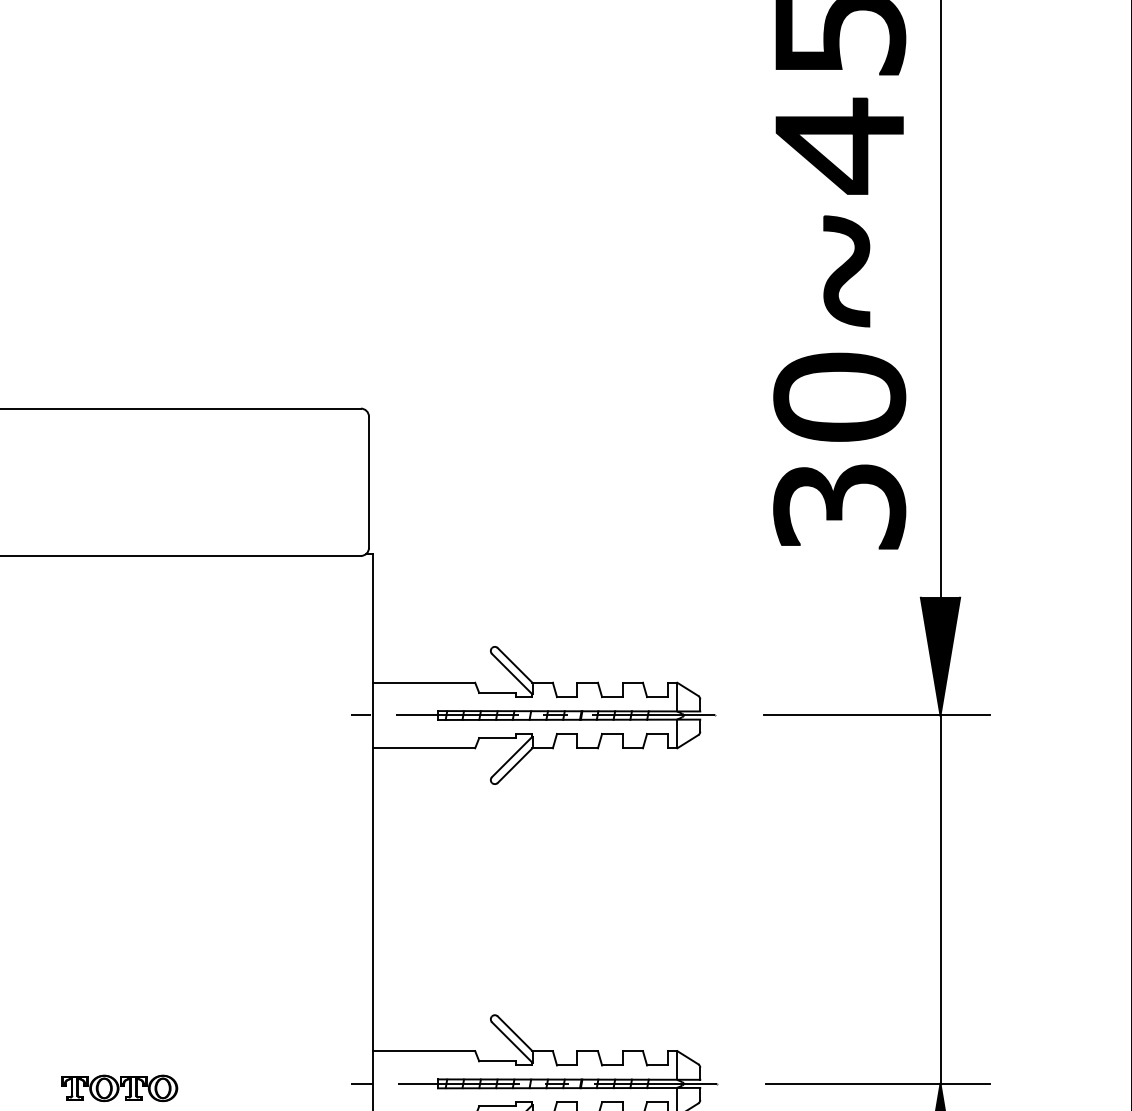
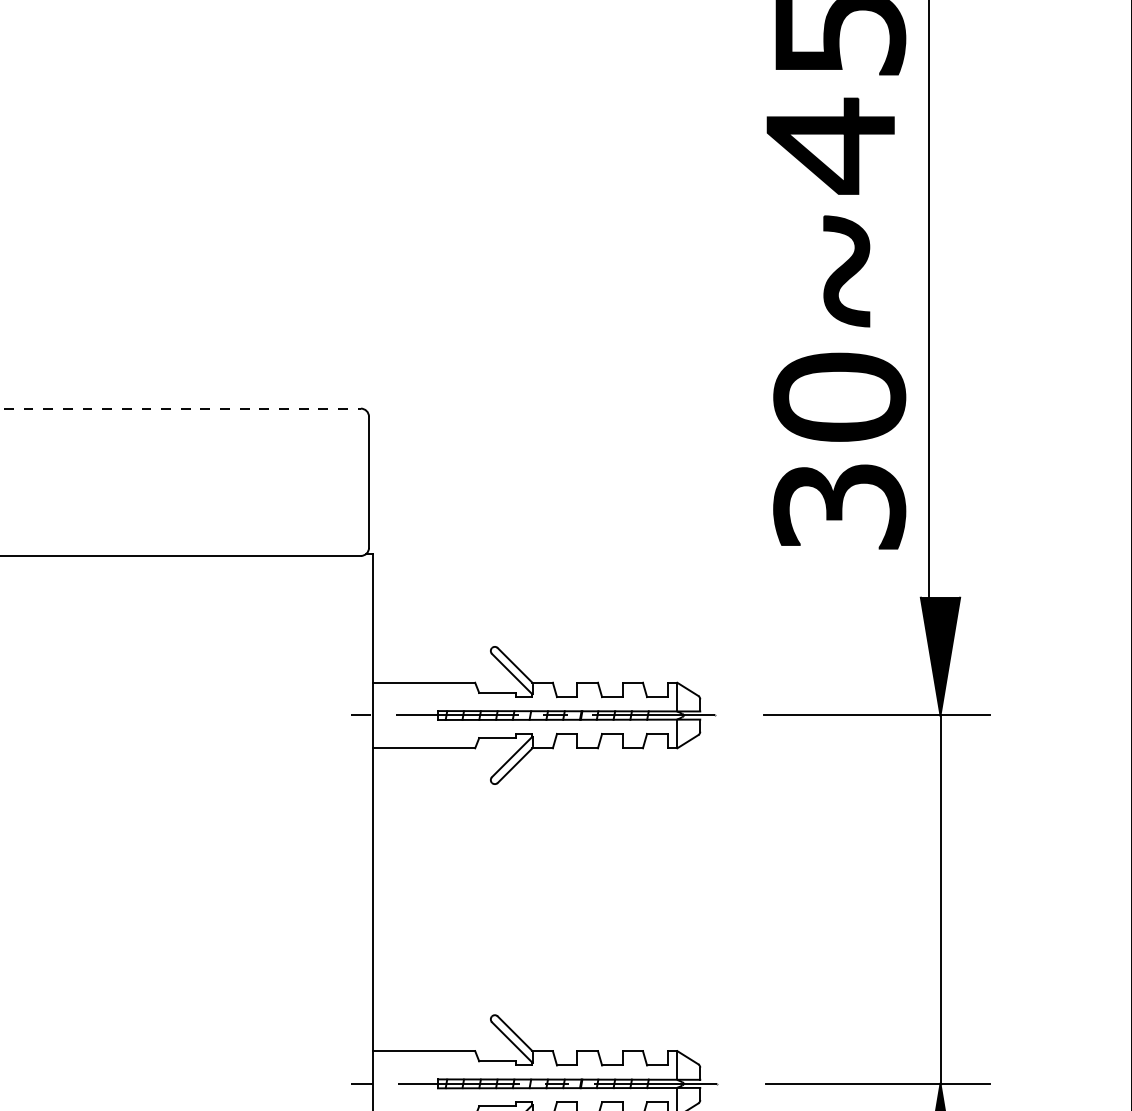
part at (839, 145) position: (839, 145) -> (830, 145)
line at (940, 299) position: (940, 299) -> (928, 299)
line at (180, 408): solid -> dashed
part at (119, 1088): present -> none
